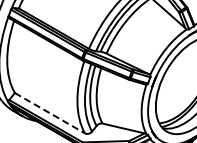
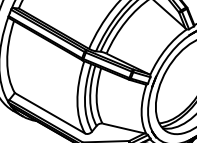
line at (50, 113): dashed -> solid
